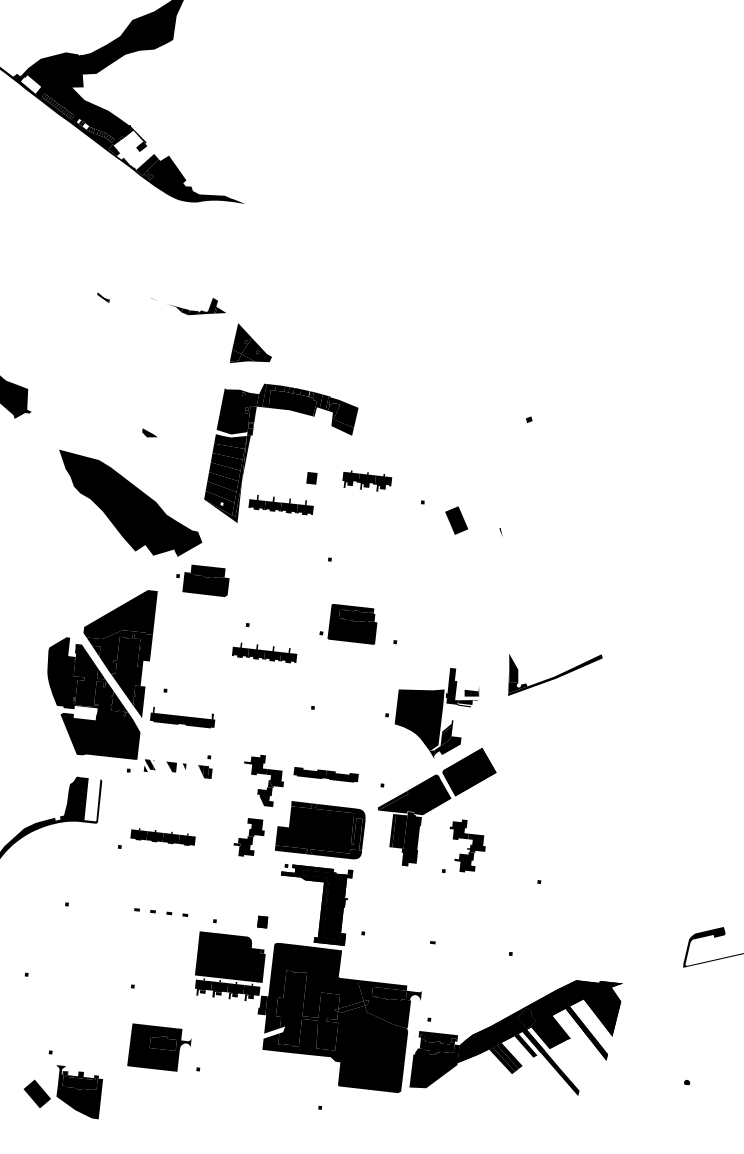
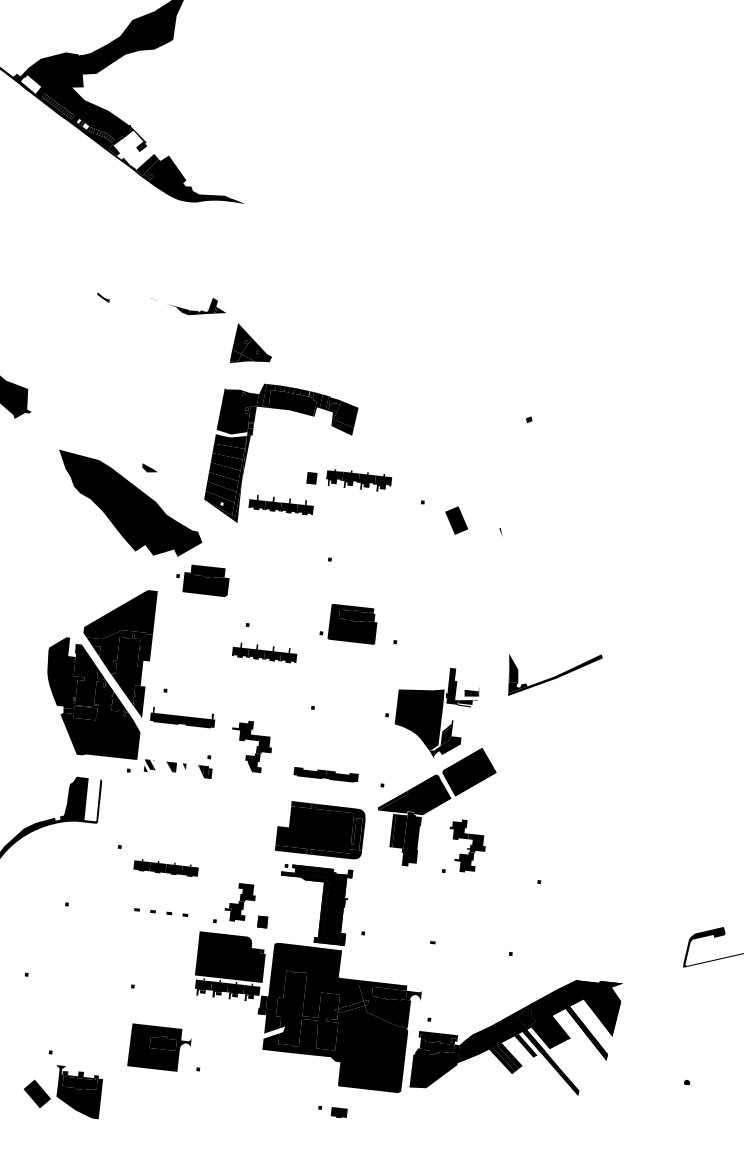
part at (149, 432) position: (149, 432) -> (149, 467)
fill at (334, 477): none -> present
fill at (80, 712): none -> present
part at (263, 780) position: (263, 780) -> (251, 746)
part at (162, 836) position: (162, 836) -> (165, 867)
part at (248, 837) position: (248, 837) -> (239, 902)
fill at (338, 1112): none -> present
